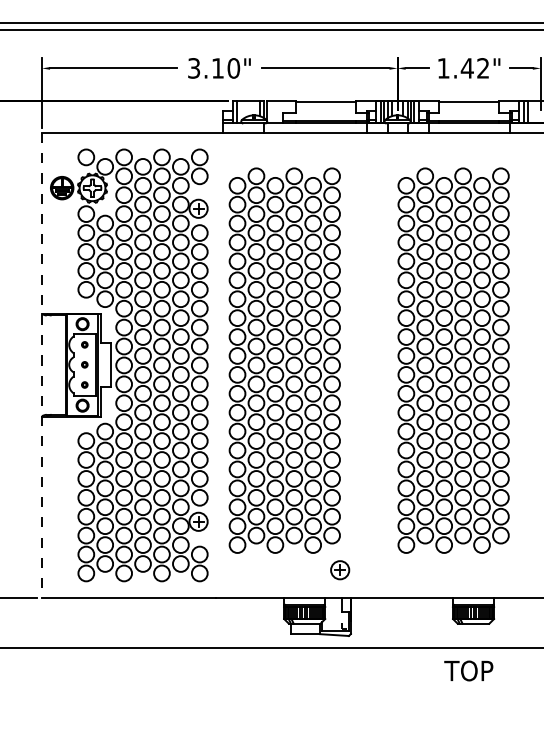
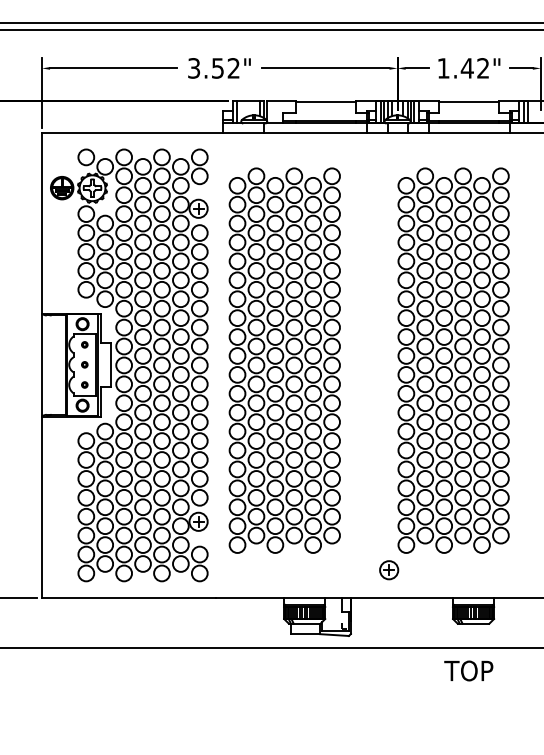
text at (226, 68): 3.10" -> 3.52"
line at (41, 365): dashed -> solid
part at (340, 570) position: (340, 570) -> (389, 570)
